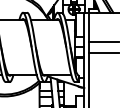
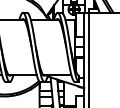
line at (102, 42): present -> none
line at (102, 52): present -> none
